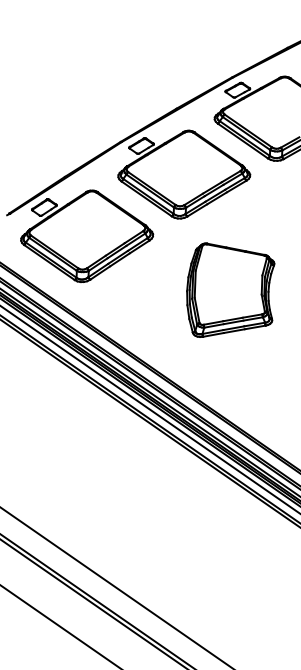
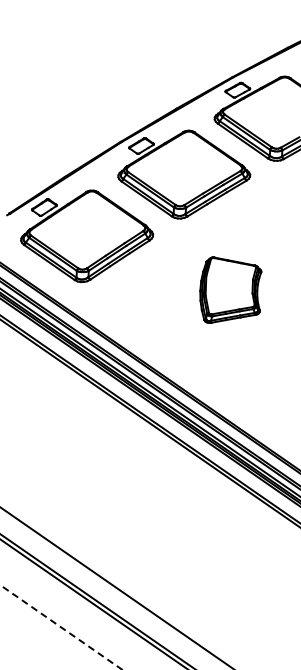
part at (230, 289) size: 90x96 px -> 64x68 px
line at (149, 409): present -> none
line at (61, 627): solid -> dashed
